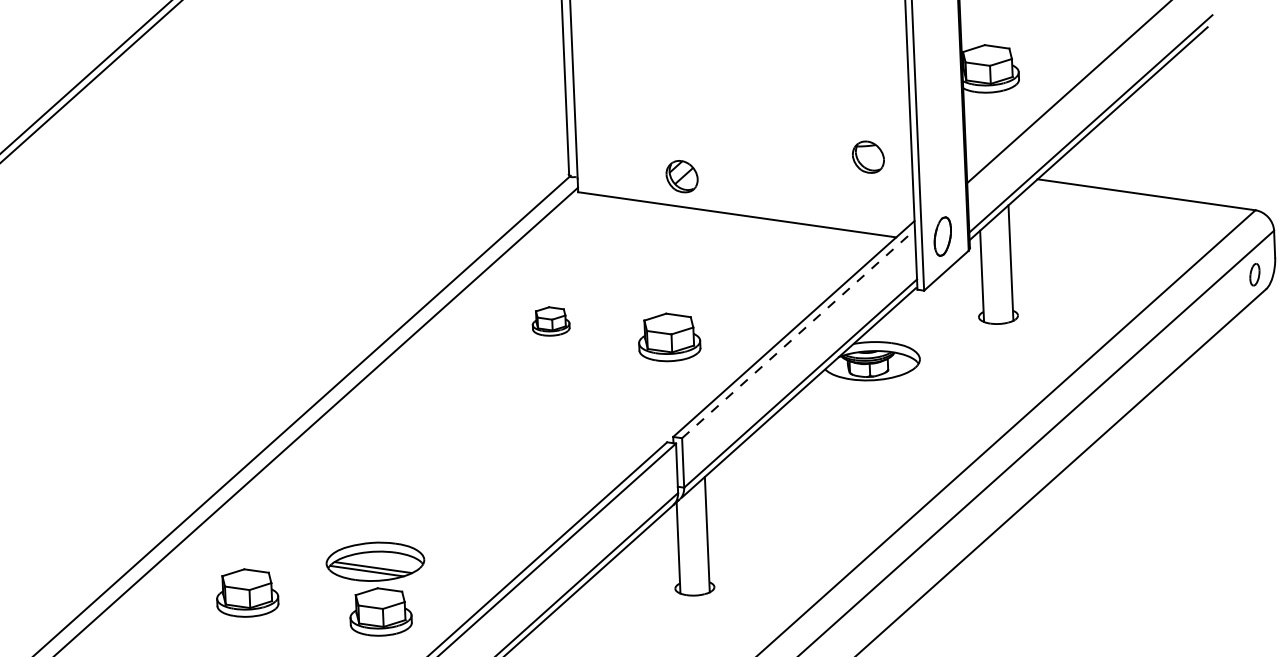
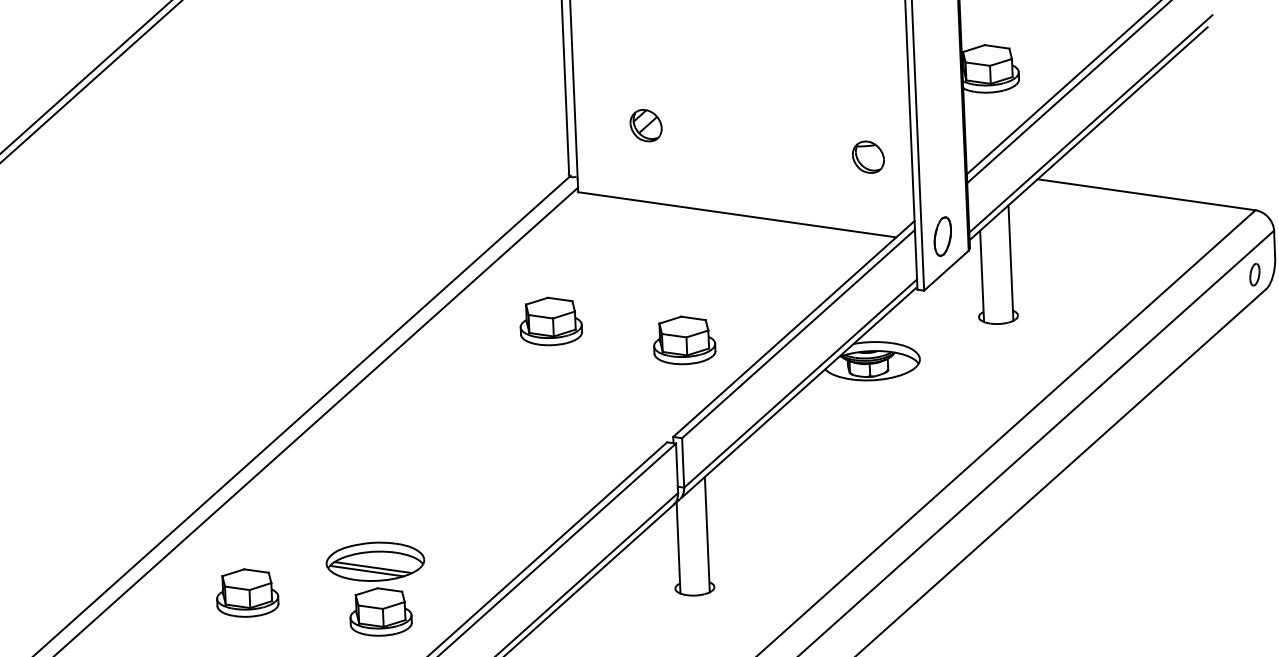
line at (1062, 88): none -> present
part at (681, 176) position: (681, 176) -> (645, 125)
part at (550, 321) size: 40x31 px -> 64x51 px
line at (798, 333): dashed -> solid
part at (669, 337) position: (669, 337) -> (684, 340)
